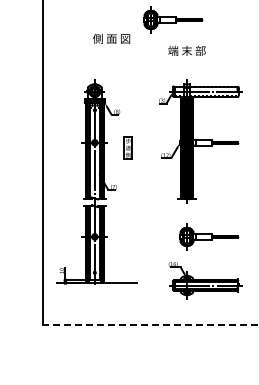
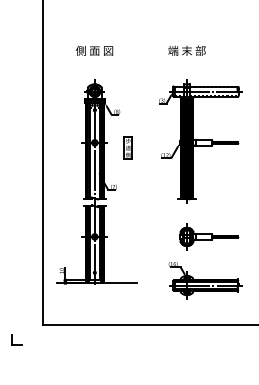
part at (173, 19): present -> none
text at (111, 38) position: (111, 38) -> (94, 50)
line at (150, 324): dashed -> solid
part at (16, 339): none -> present
